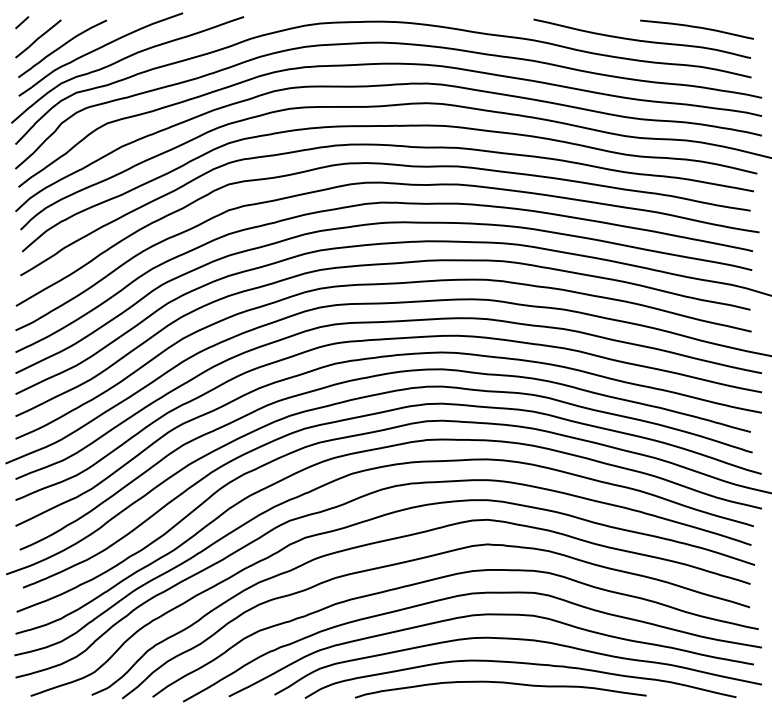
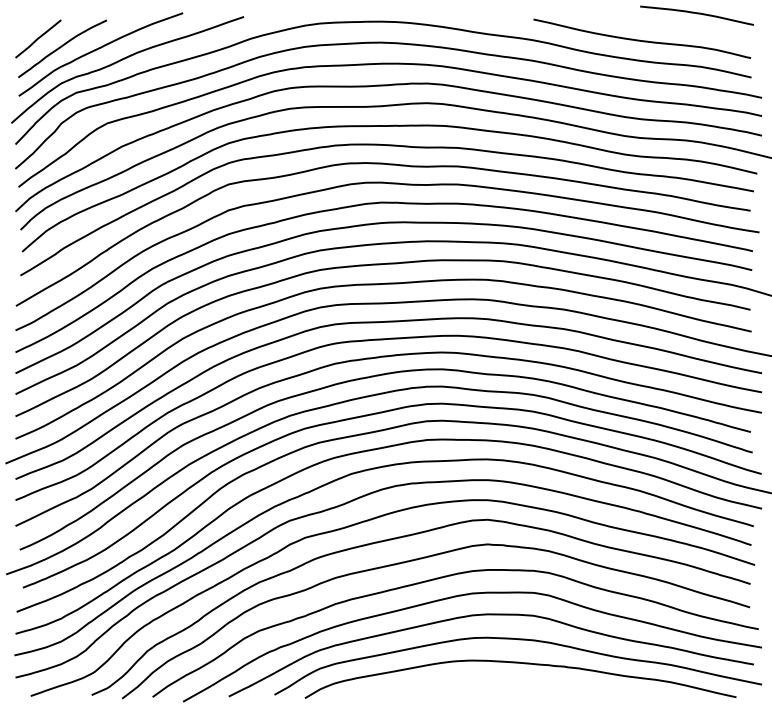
line at (22, 22): present -> none
curve at (697, 28) position: (697, 28) -> (697, 14)
curve at (500, 683): present -> none
